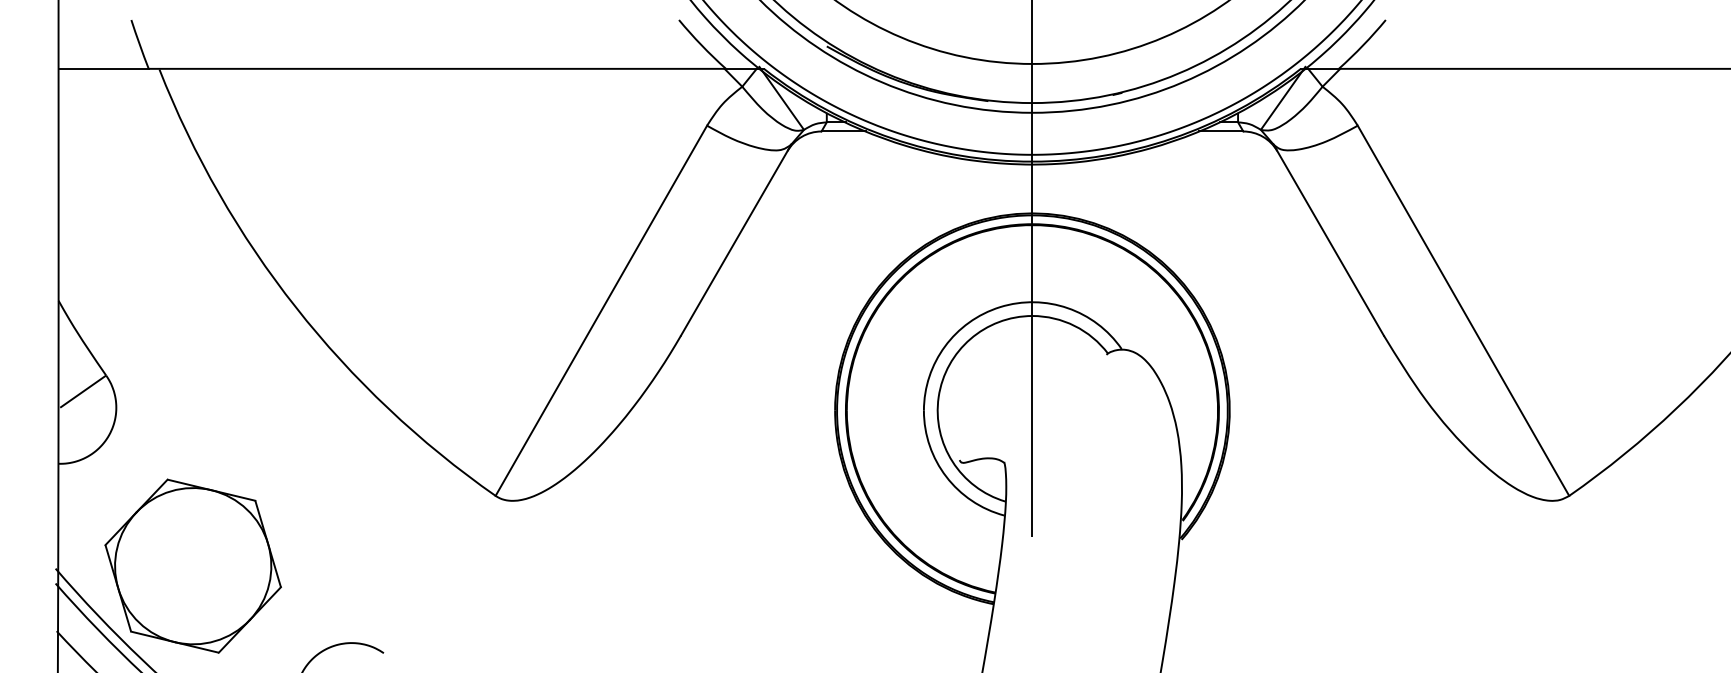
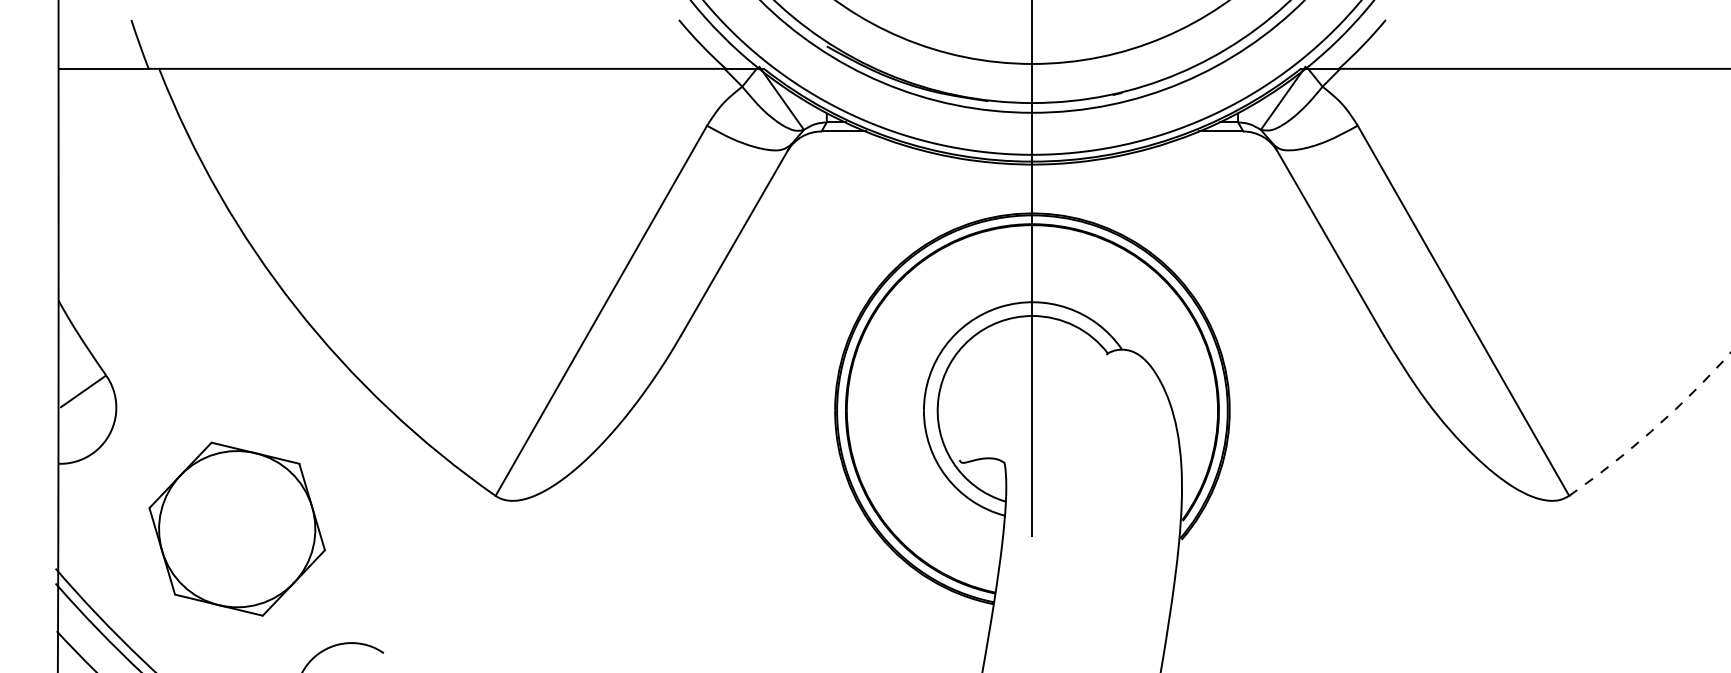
arc at (1654, 428): solid -> dashed
part at (192, 565) position: (192, 565) -> (236, 528)
